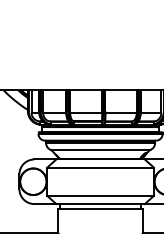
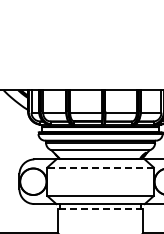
line at (100, 167): solid -> dashed
line at (100, 209): solid -> dashed
